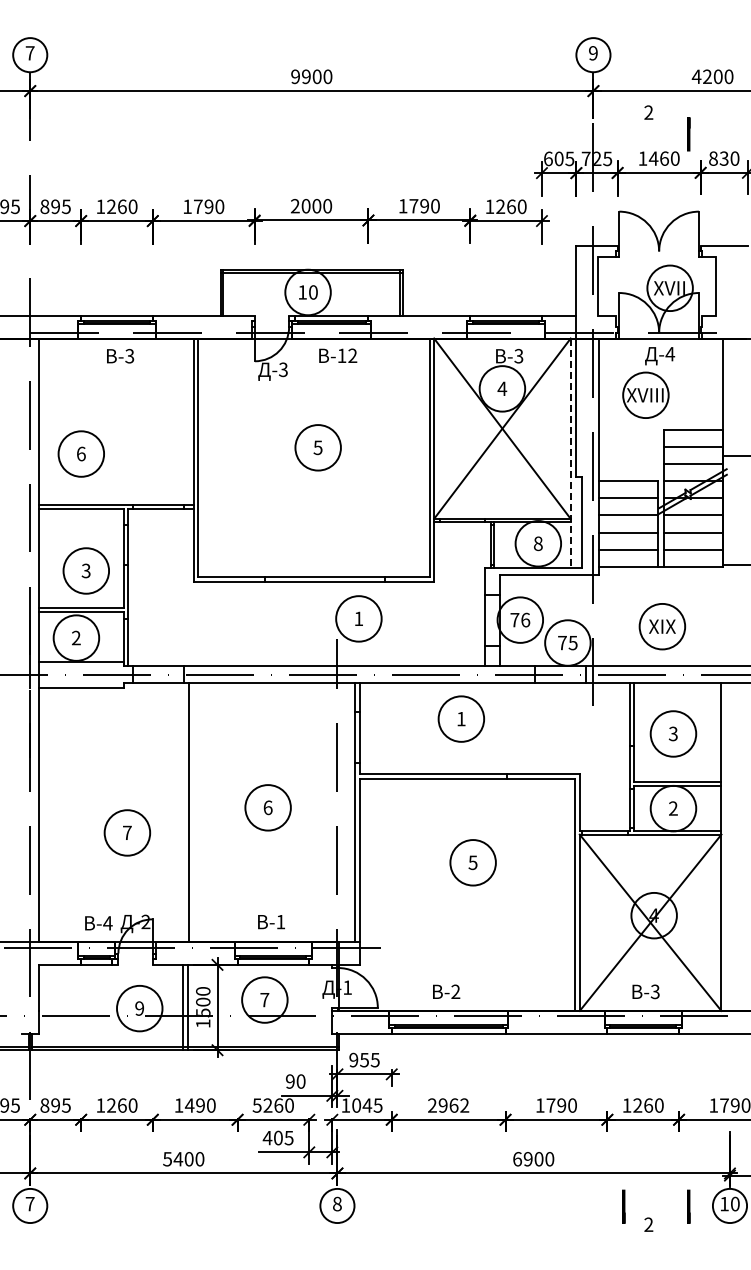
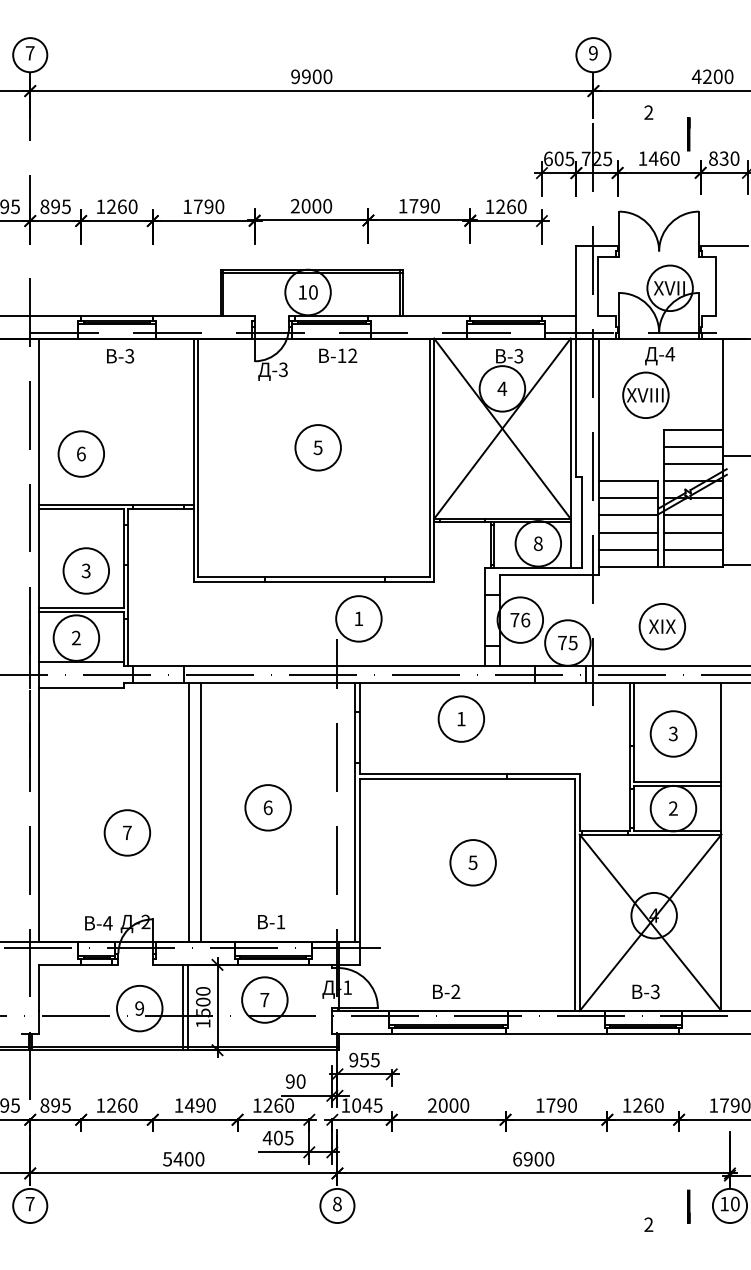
line at (570, 453): dashed -> solid
line at (201, 812): none -> present
text at (256, 1105): 5260 -> 1260
text at (453, 1105): 2962 -> 2000
line at (623, 1206): present -> none
